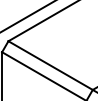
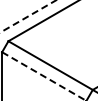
line at (27, 16): solid -> dashed
line at (44, 76): solid -> dashed
